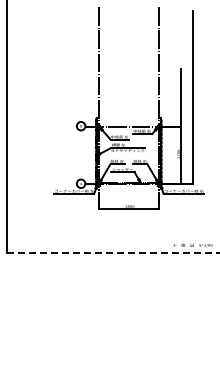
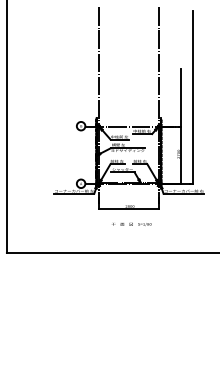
text at (192, 244) position: (192, 244) -> (131, 223)
line at (113, 252): dashed -> solid
